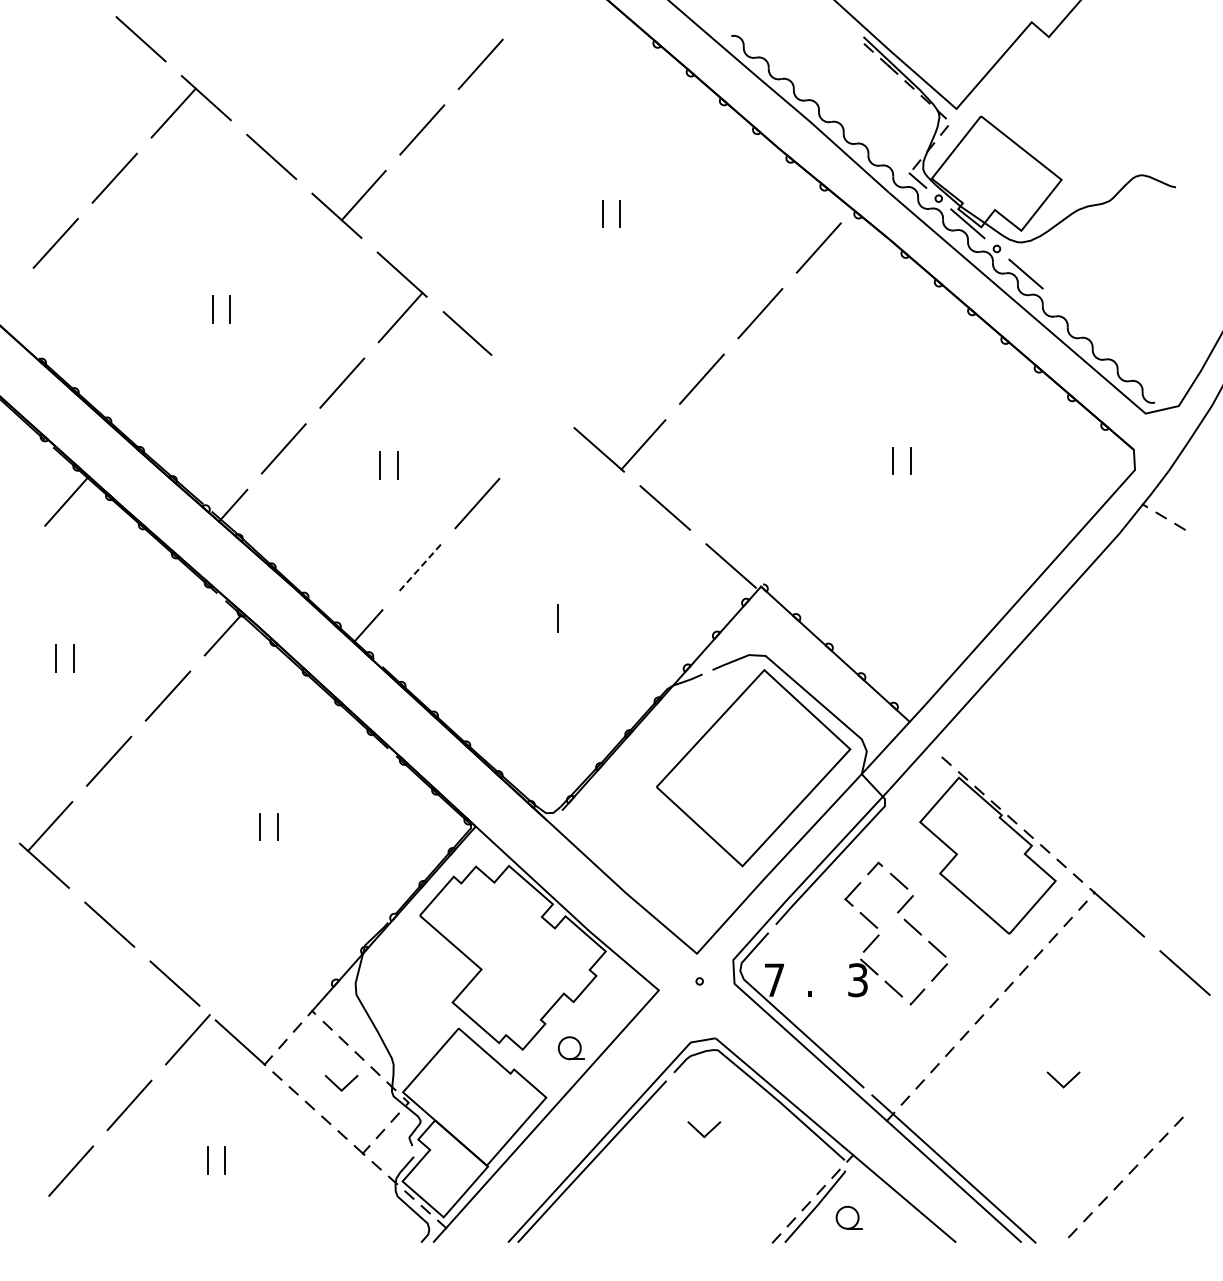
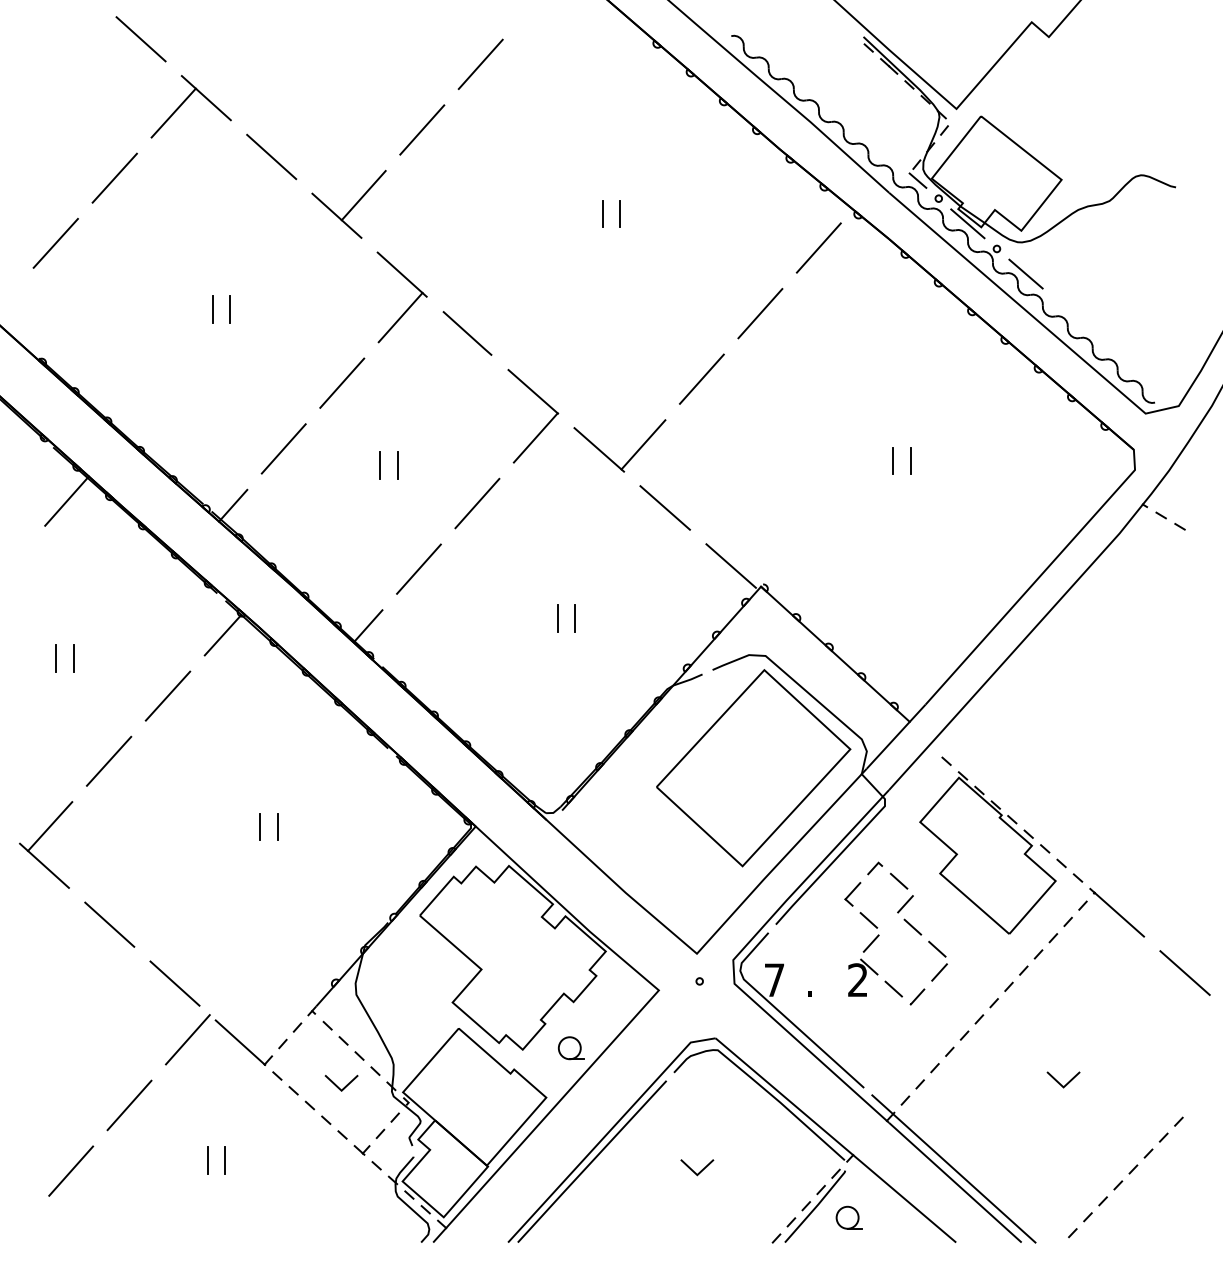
part at (544, 426): none -> present
line at (418, 569): dashed -> solid
line at (575, 618): none -> present
text at (857, 980): 3 -> 2
line at (707, 1132) position: (707, 1132) -> (700, 1170)
